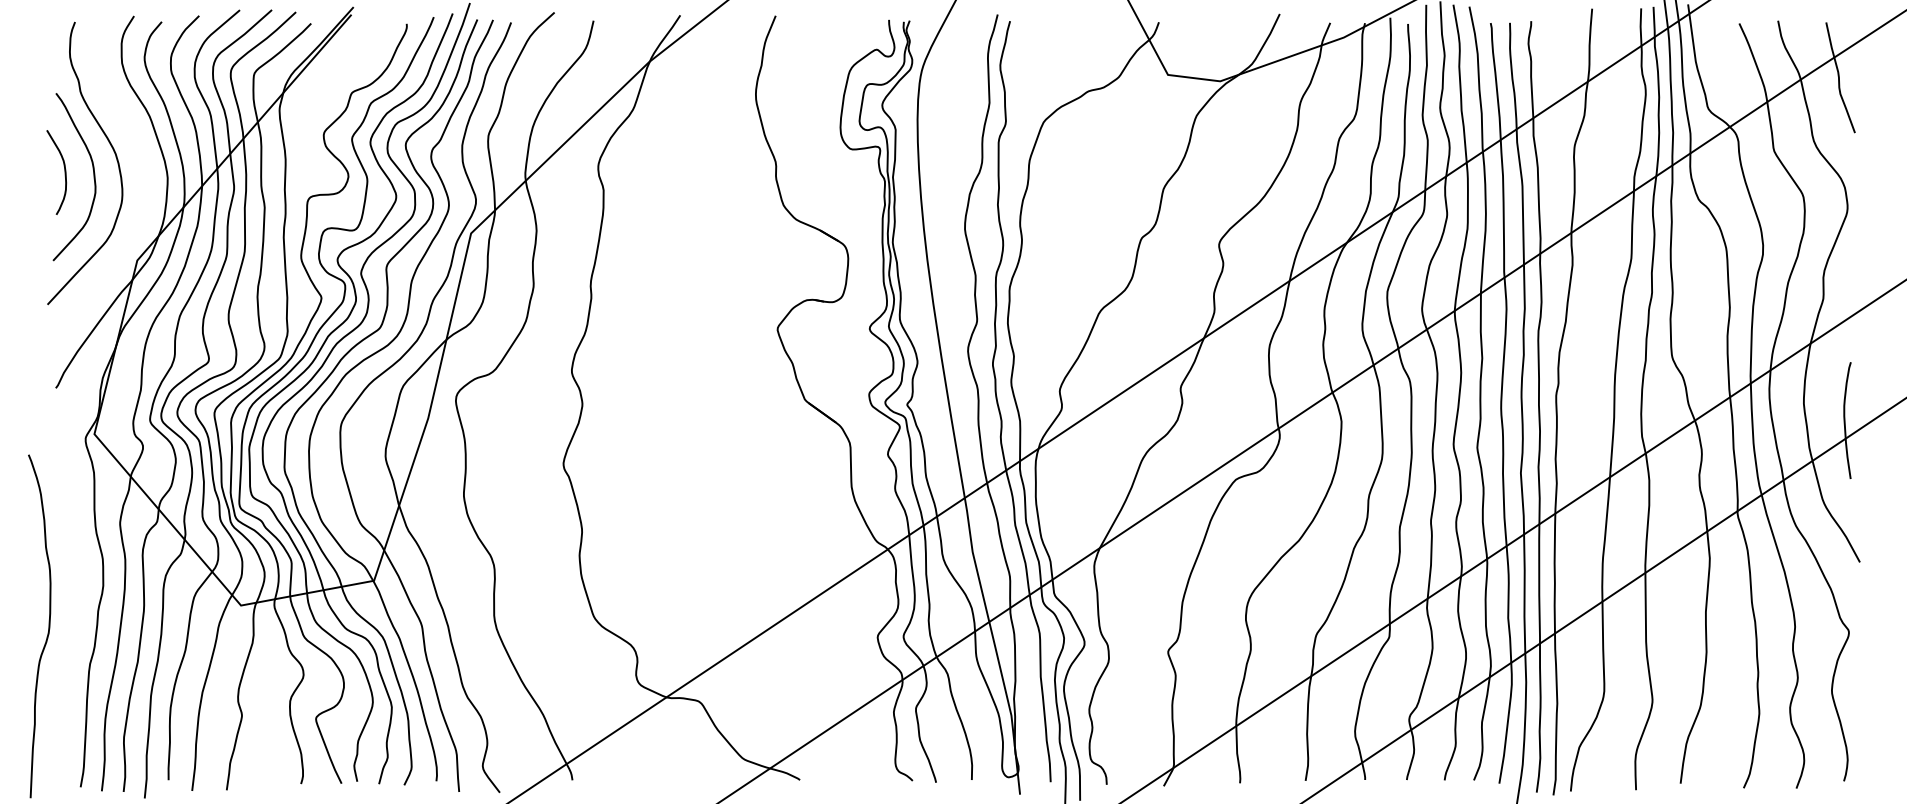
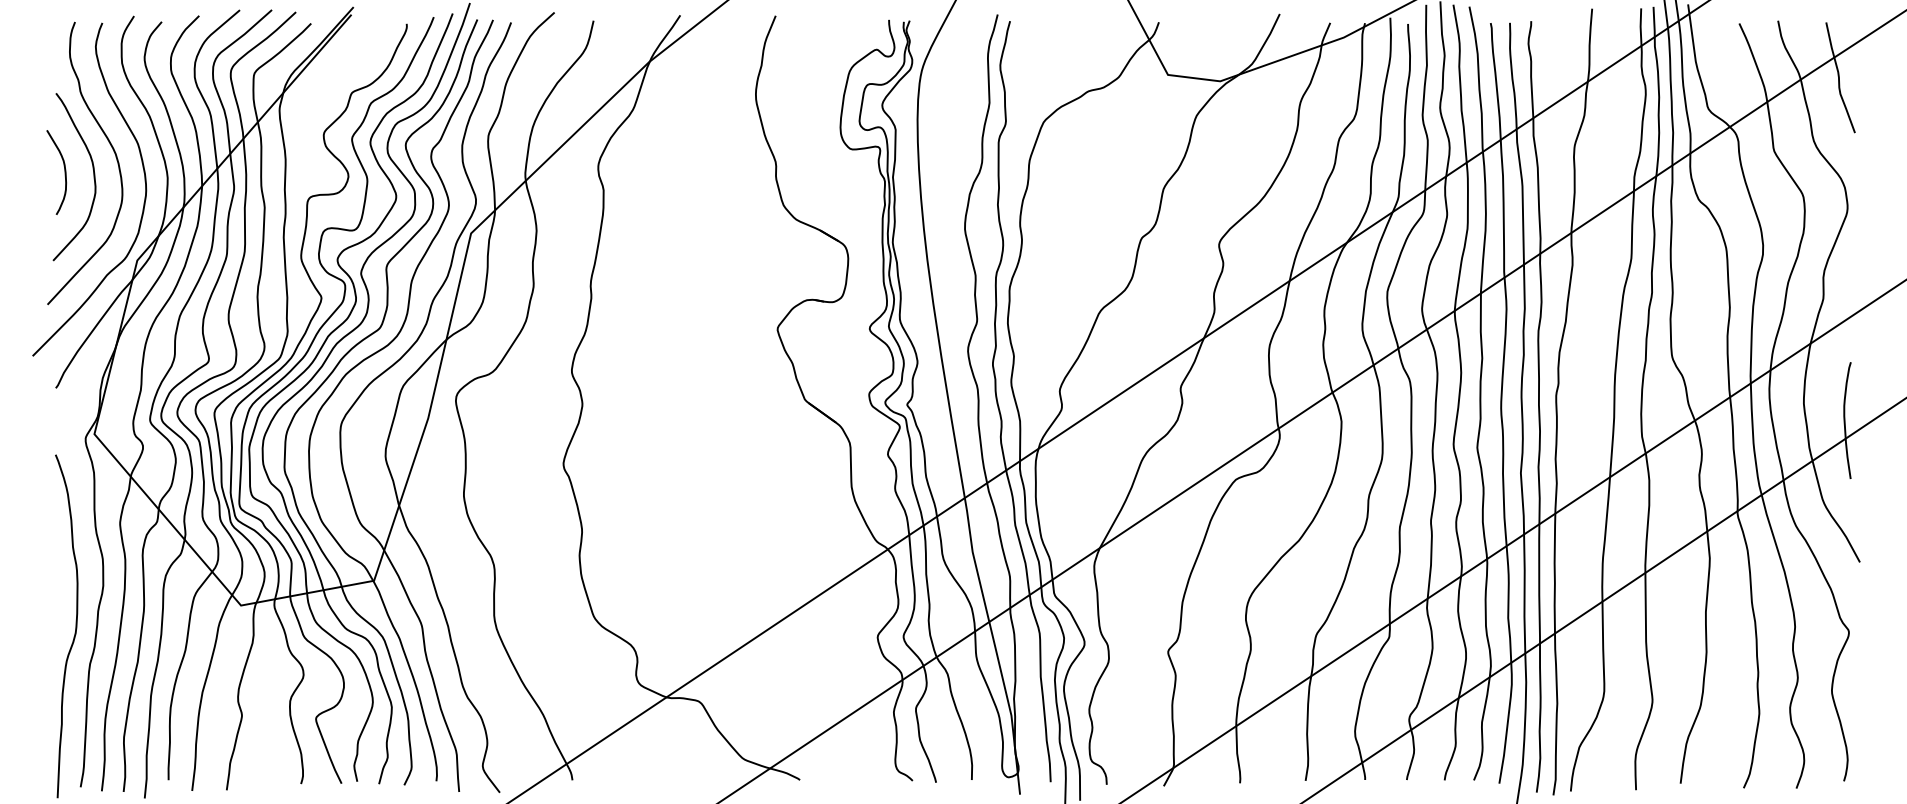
curve at (144, 196): none -> present
curve at (48, 626) position: (48, 626) -> (75, 626)
